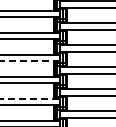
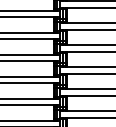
line at (30, 61): dashed -> solid
line at (30, 98): dashed -> solid
